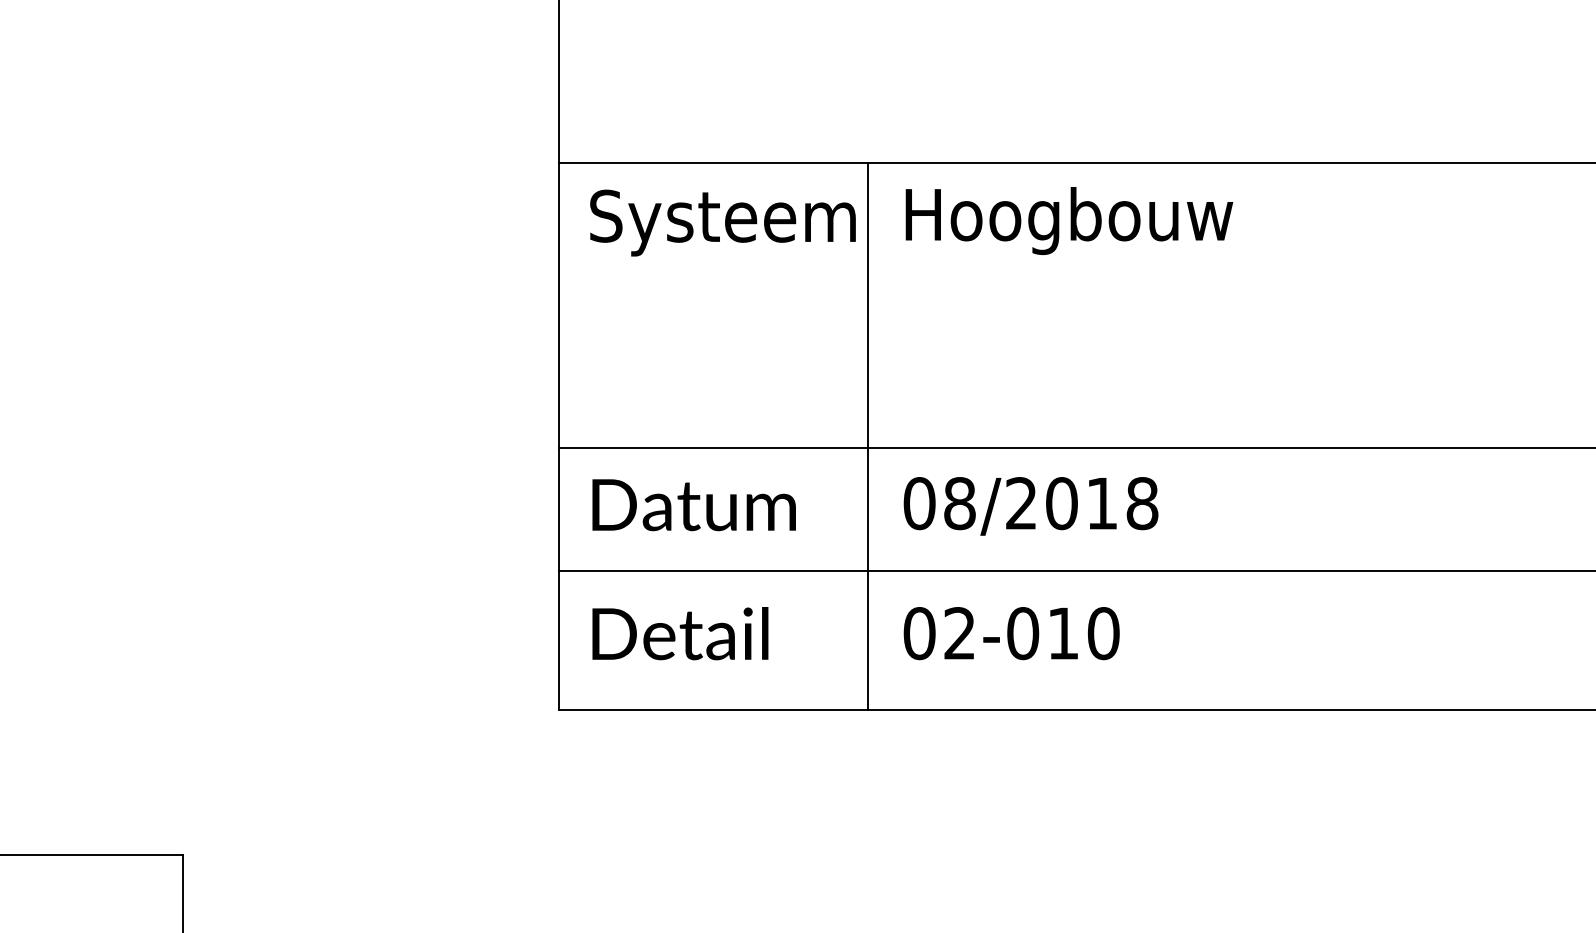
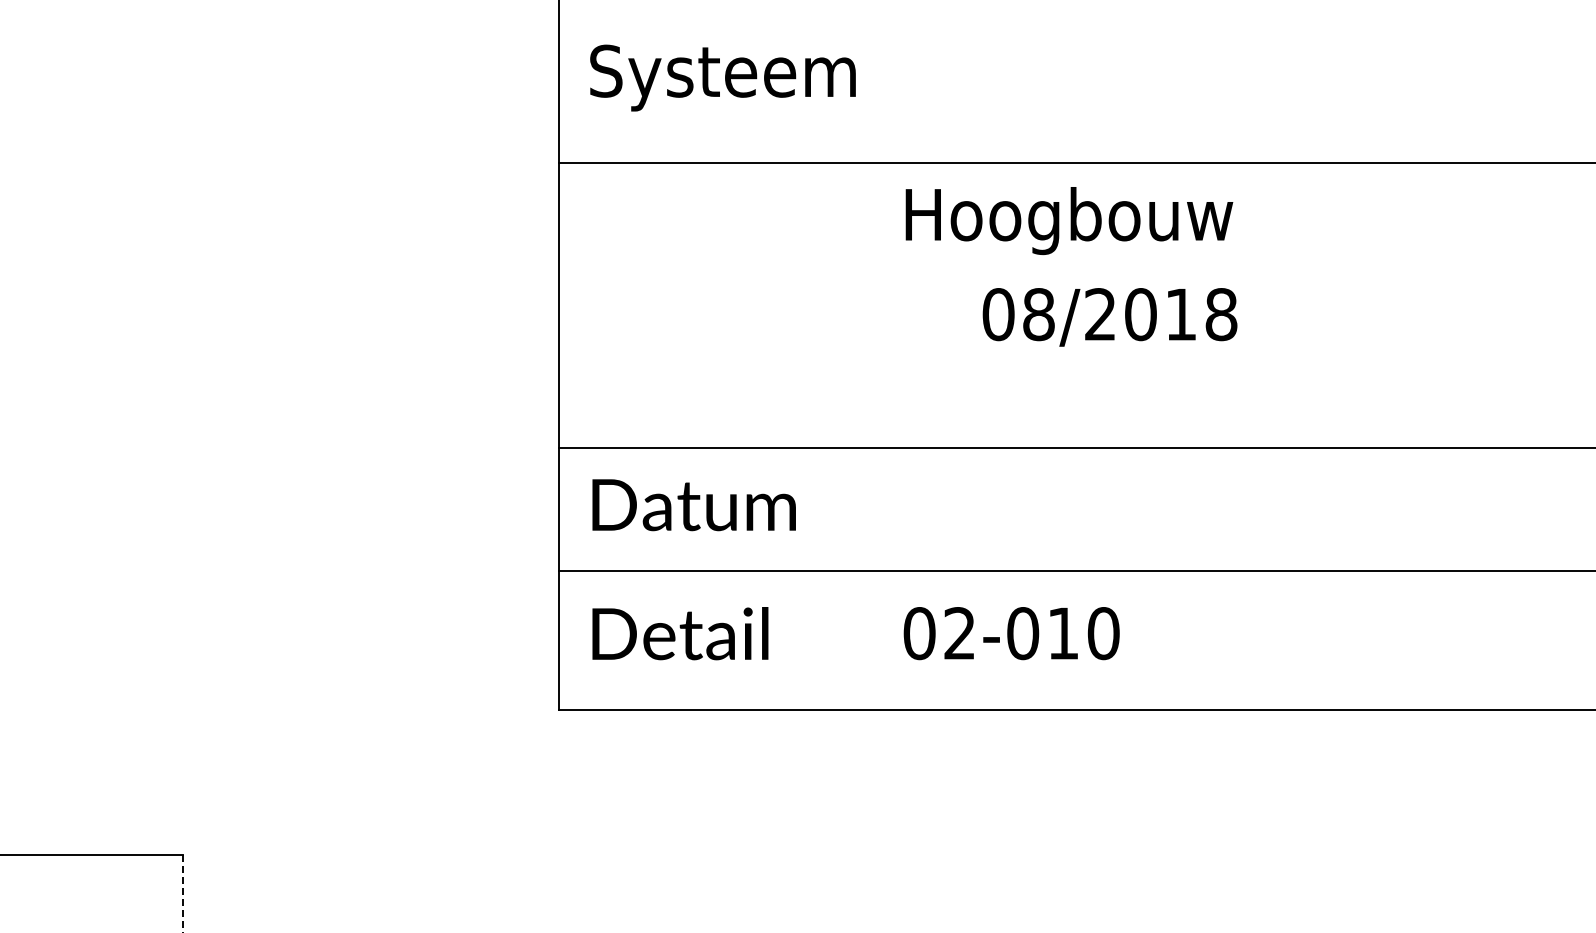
text at (722, 222) position: (722, 222) -> (722, 77)
line at (867, 436): present -> none
text at (1030, 506) position: (1030, 506) -> (1109, 317)
line at (183, 893): solid -> dashed
